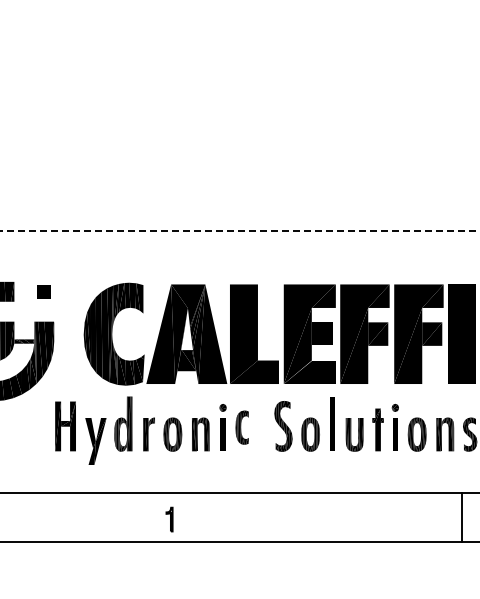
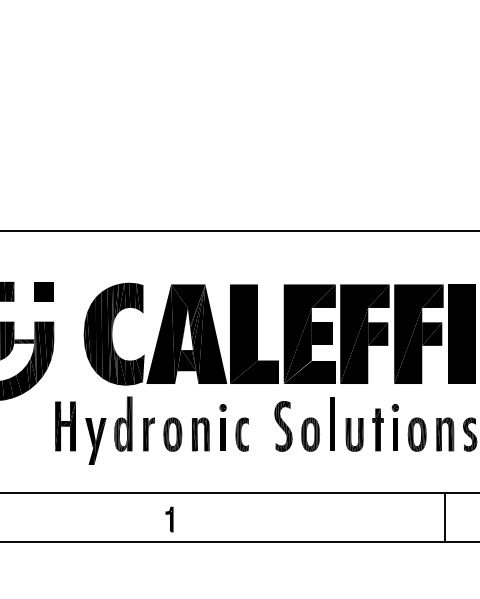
line at (240, 231): dashed -> solid
part at (43, 291) size: 14x14 px -> 20x20 px
part at (241, 427) position: (241, 427) -> (241, 434)
line at (462, 517) position: (462, 517) -> (445, 517)
